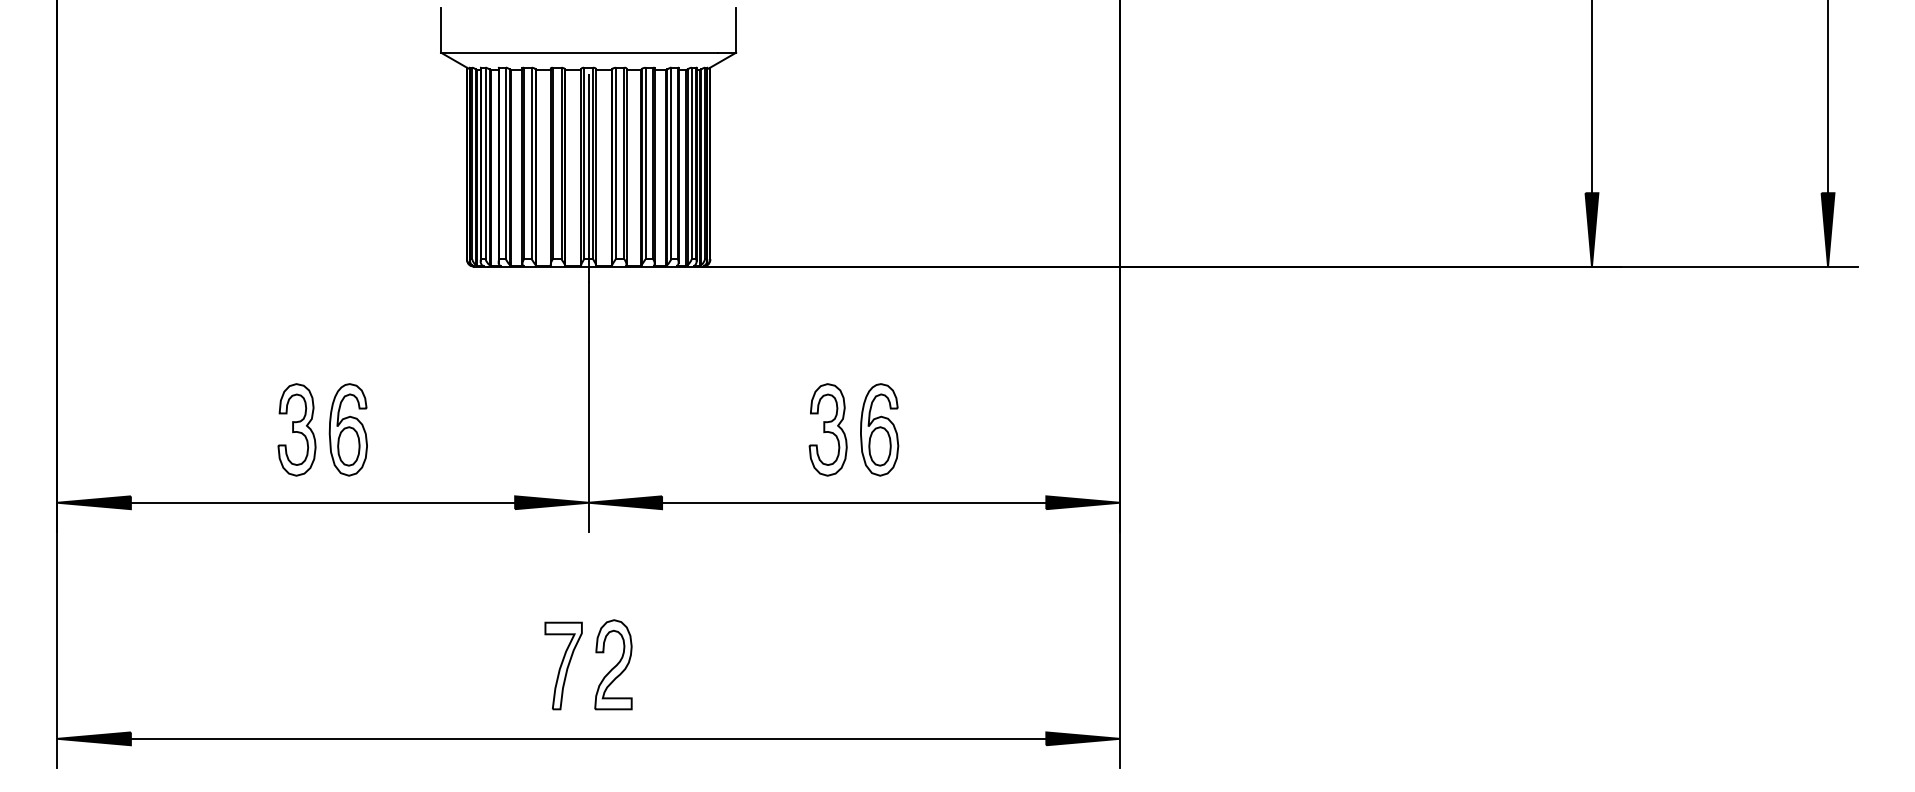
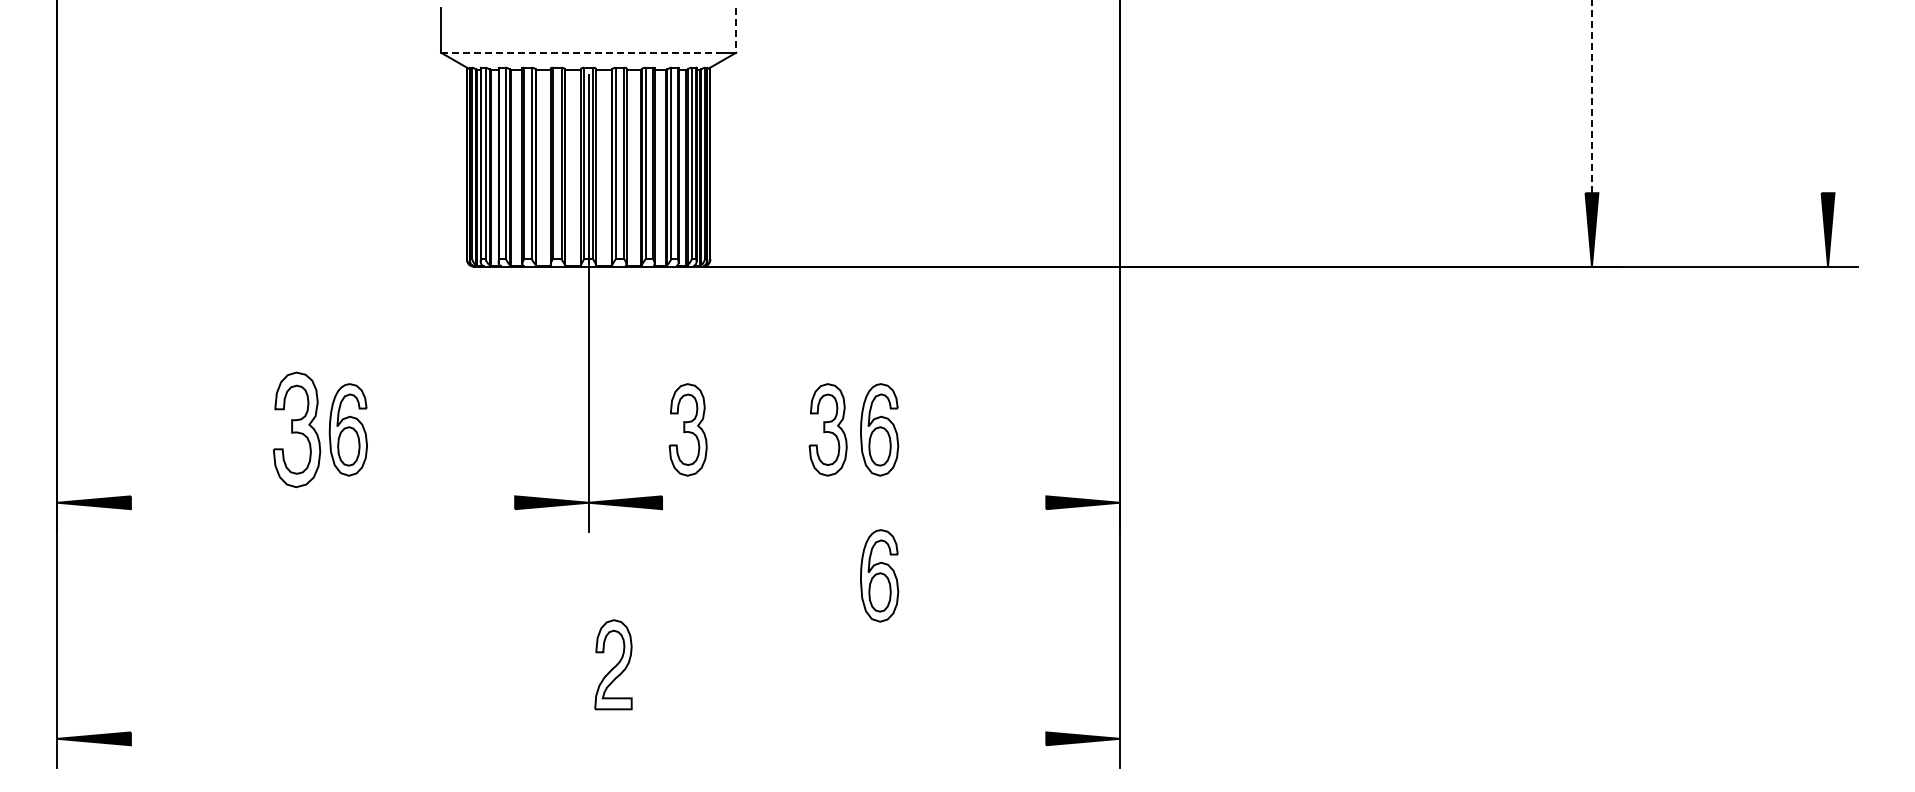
line at (736, 31): solid -> dashed
line at (579, 52): solid -> dashed
line at (1591, 96): solid -> dashed
line at (1828, 97): present -> none
part at (296, 429) size: 40x94 px -> 49x118 px
part at (687, 429): none -> present
line at (322, 502): present -> none
line at (854, 502): present -> none
part at (879, 575): none -> present
part at (563, 665): present -> none
line at (588, 738): present -> none
